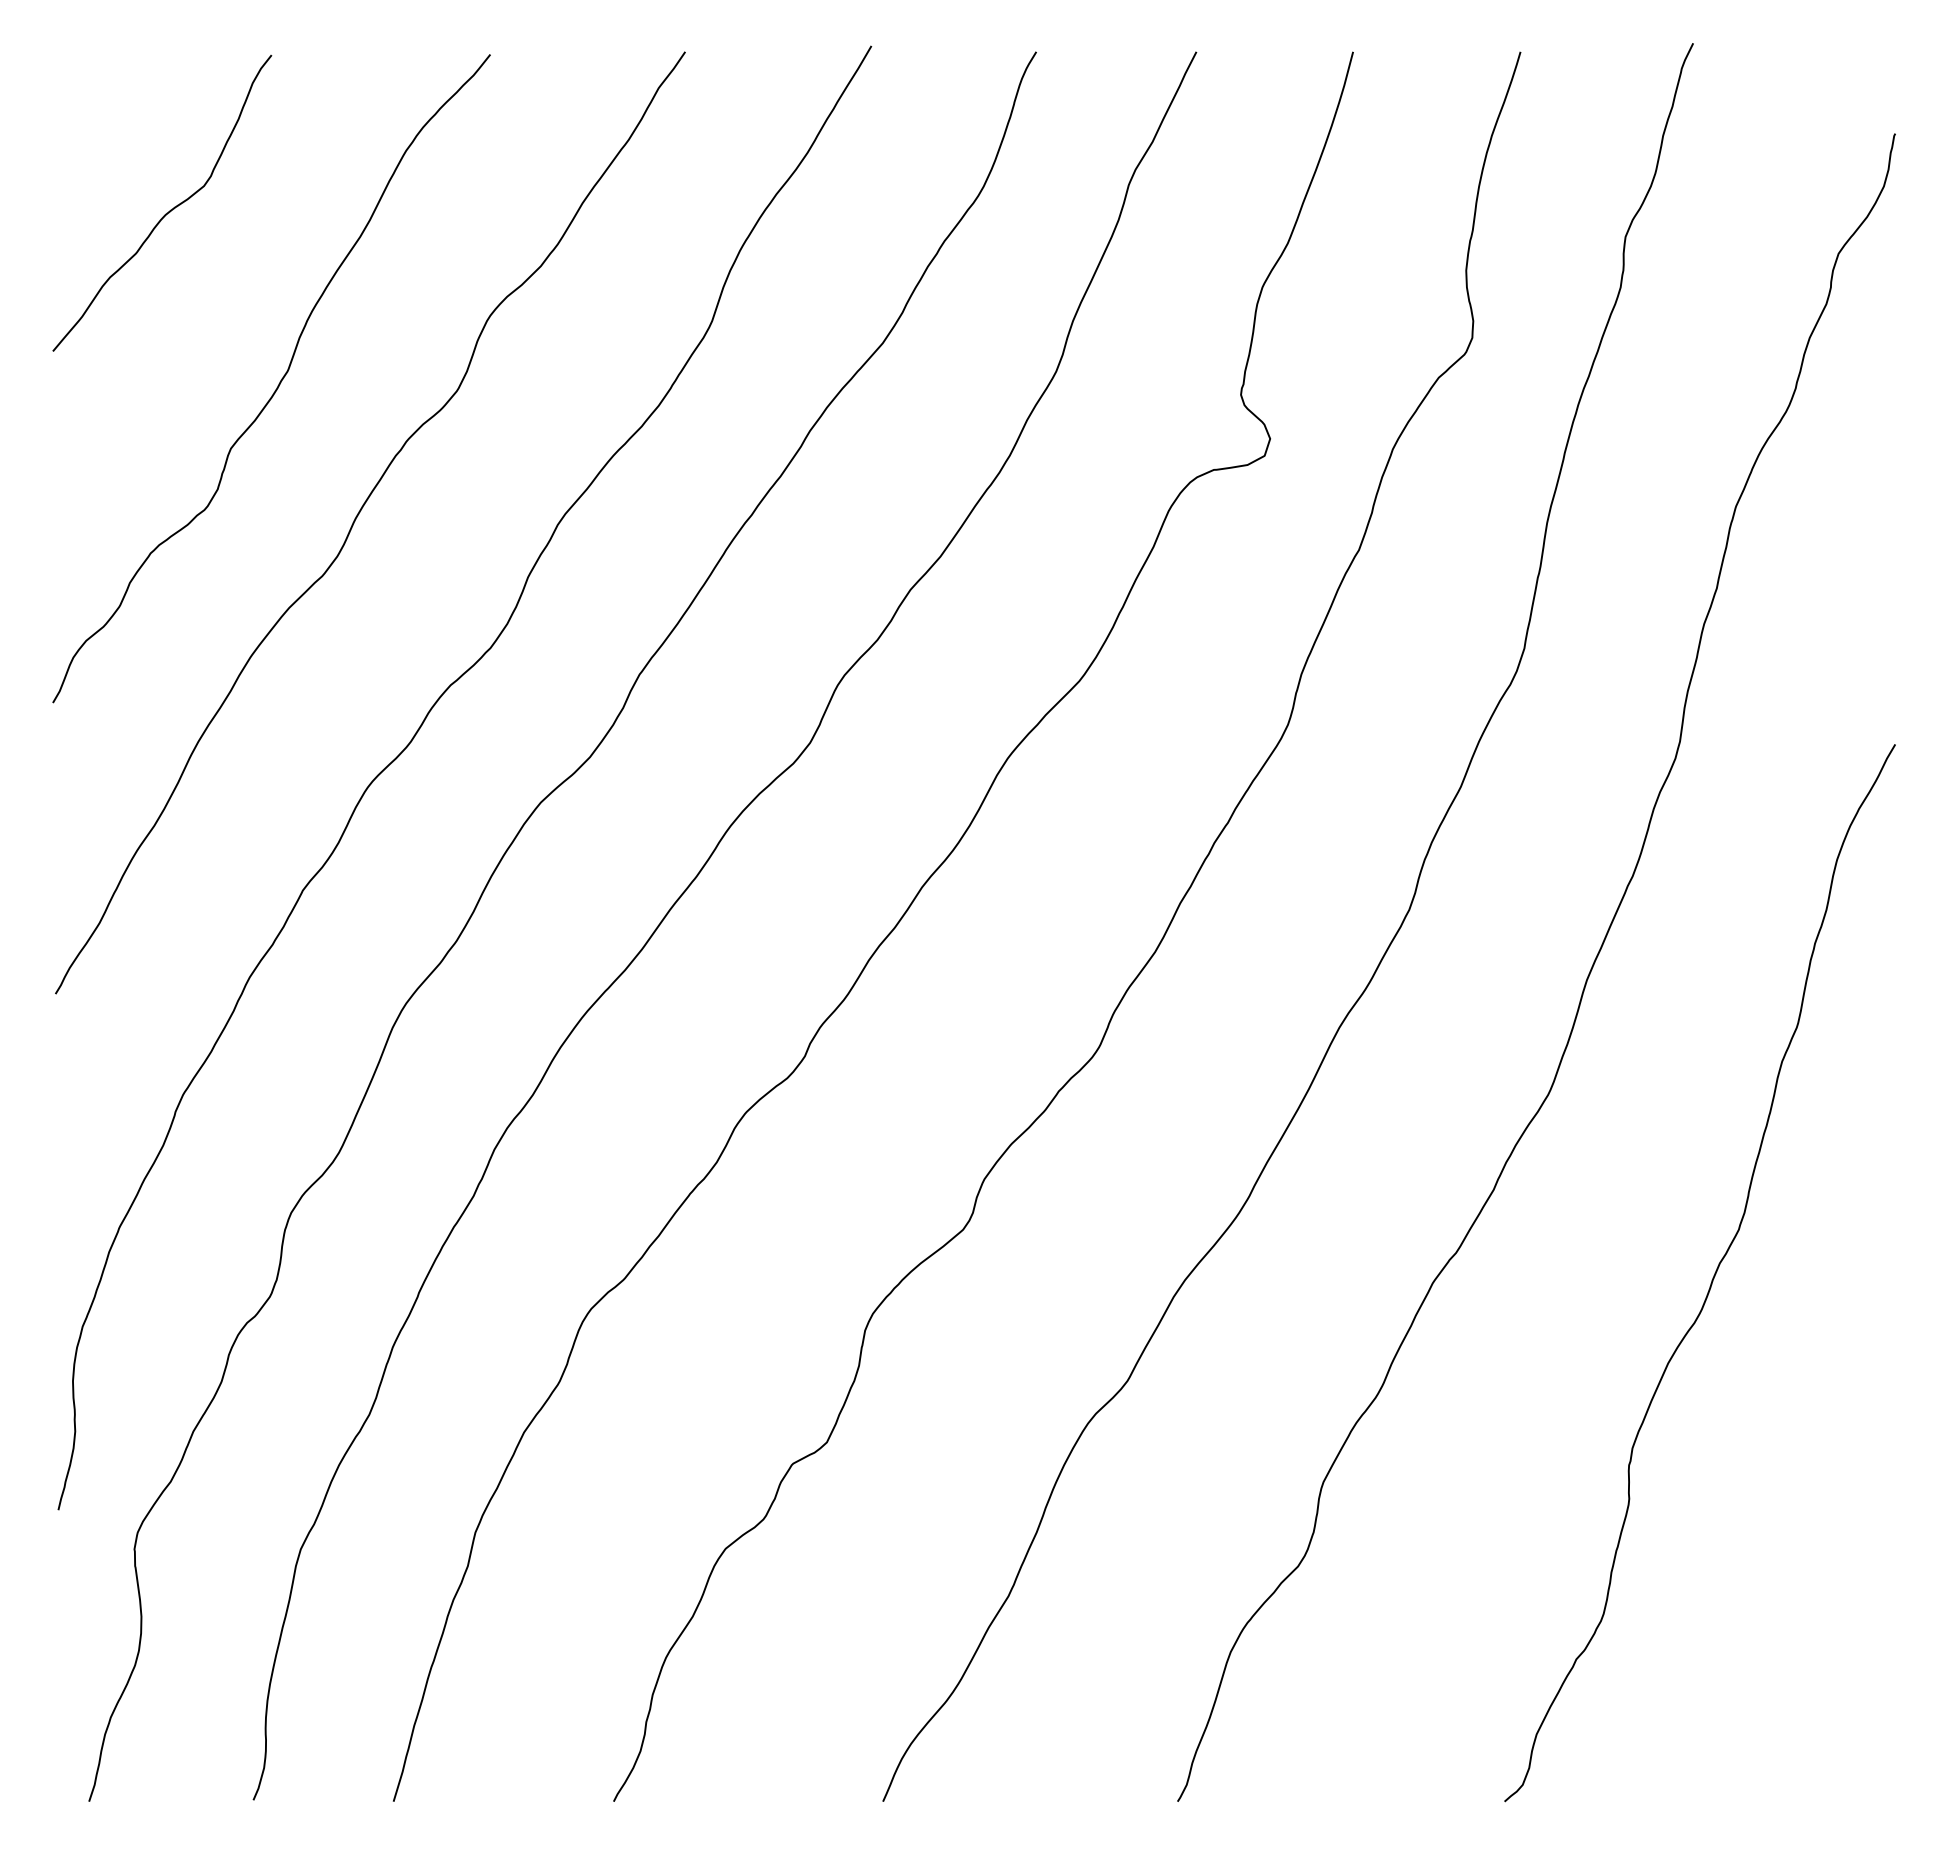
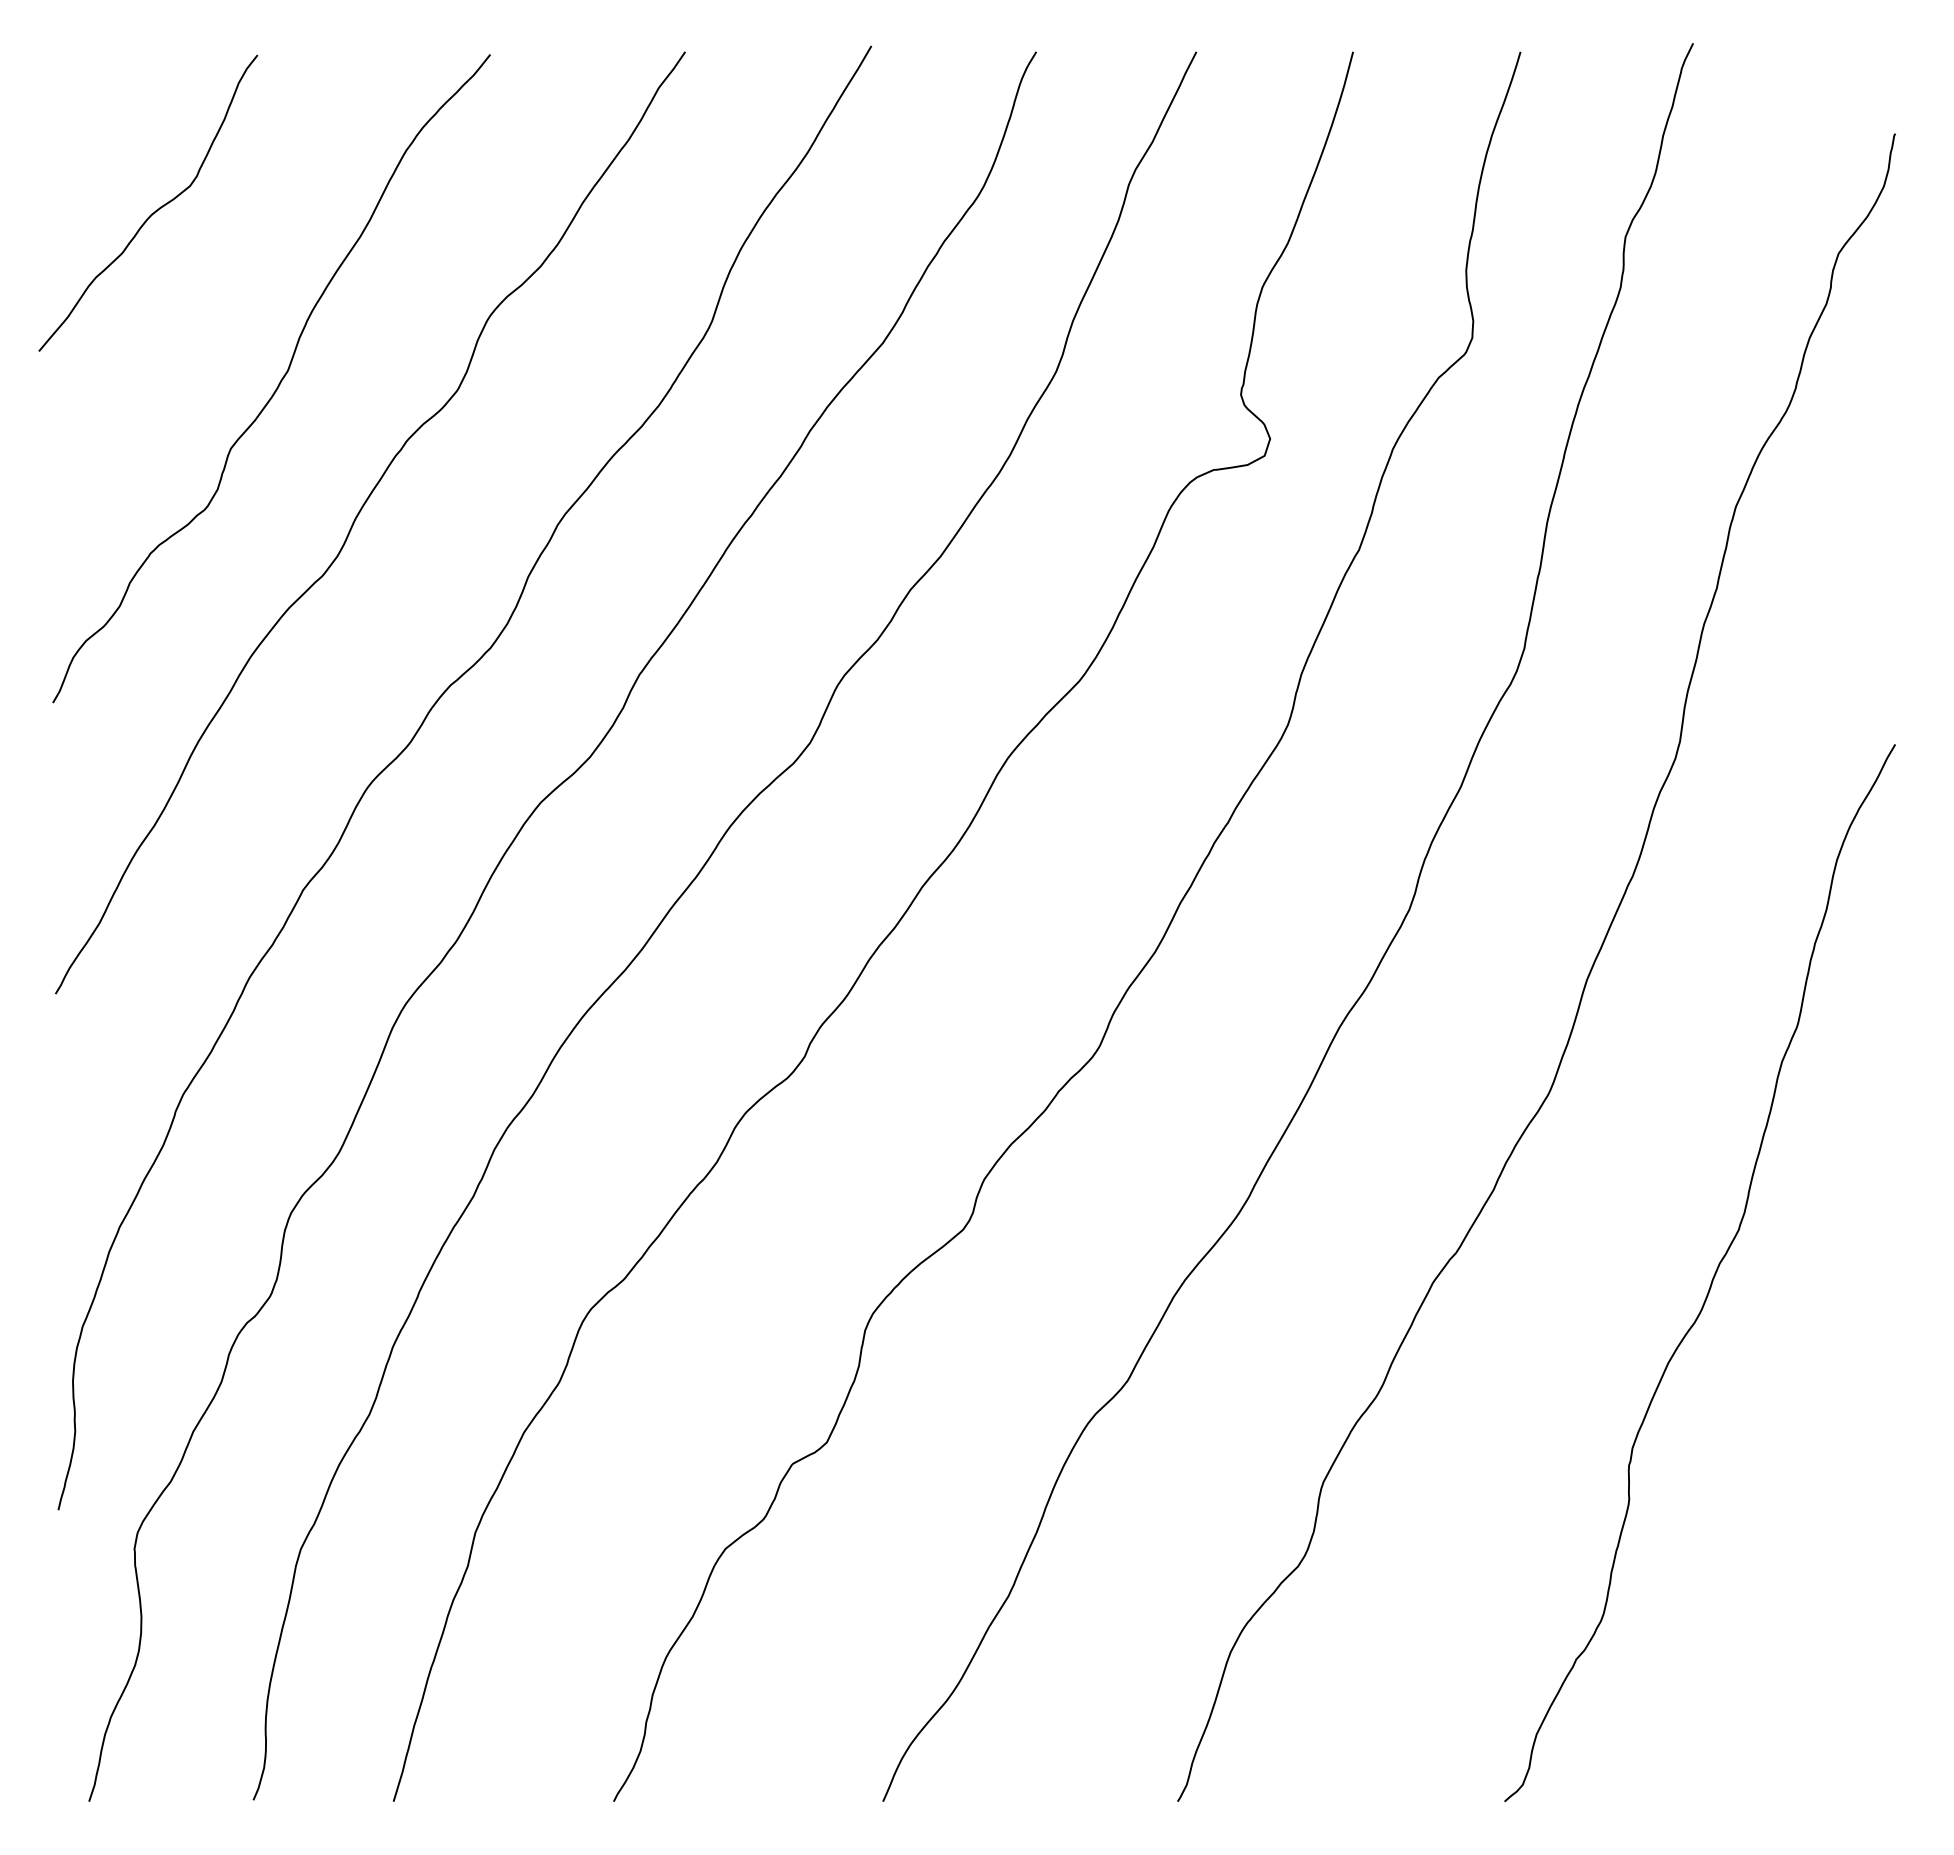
curve at (169, 210) position: (169, 210) -> (155, 210)
